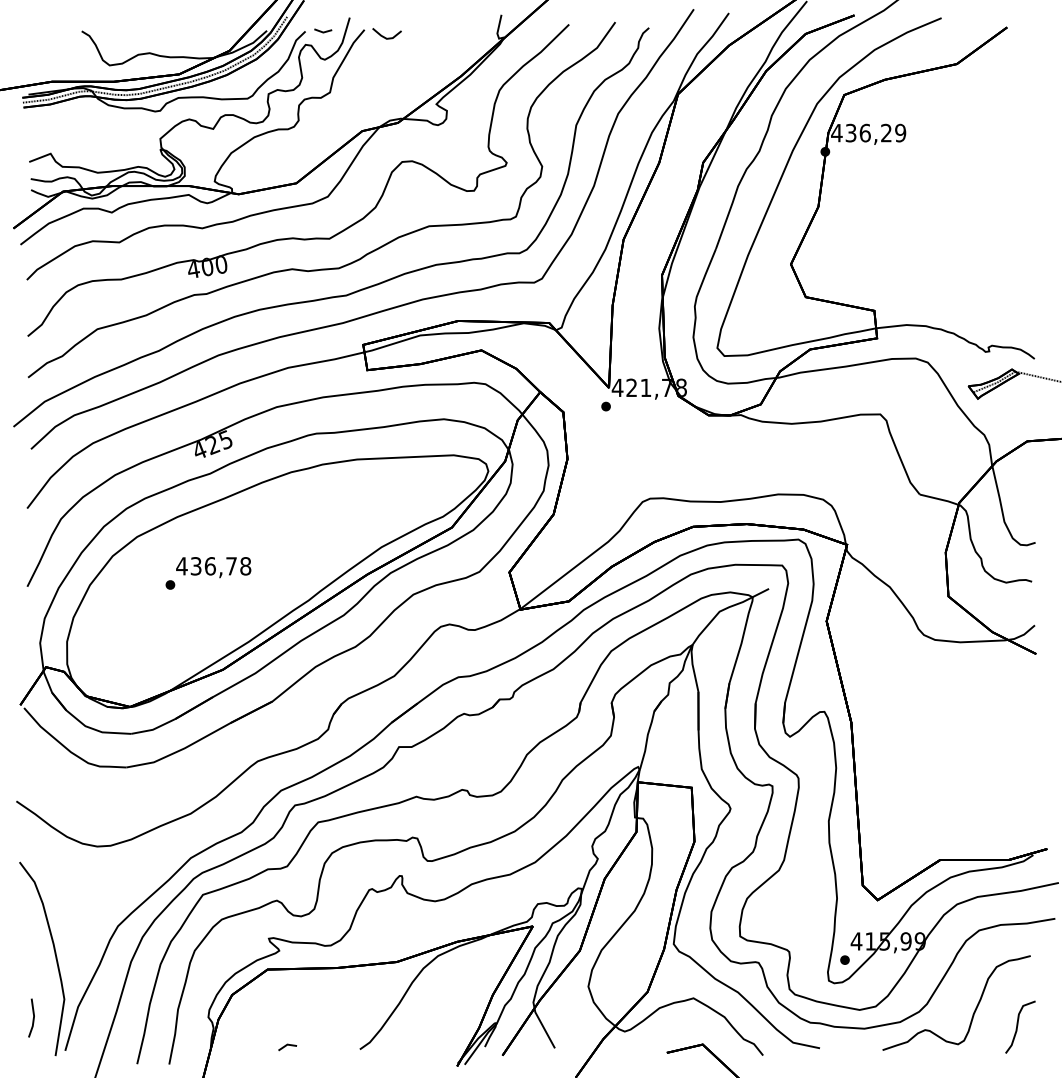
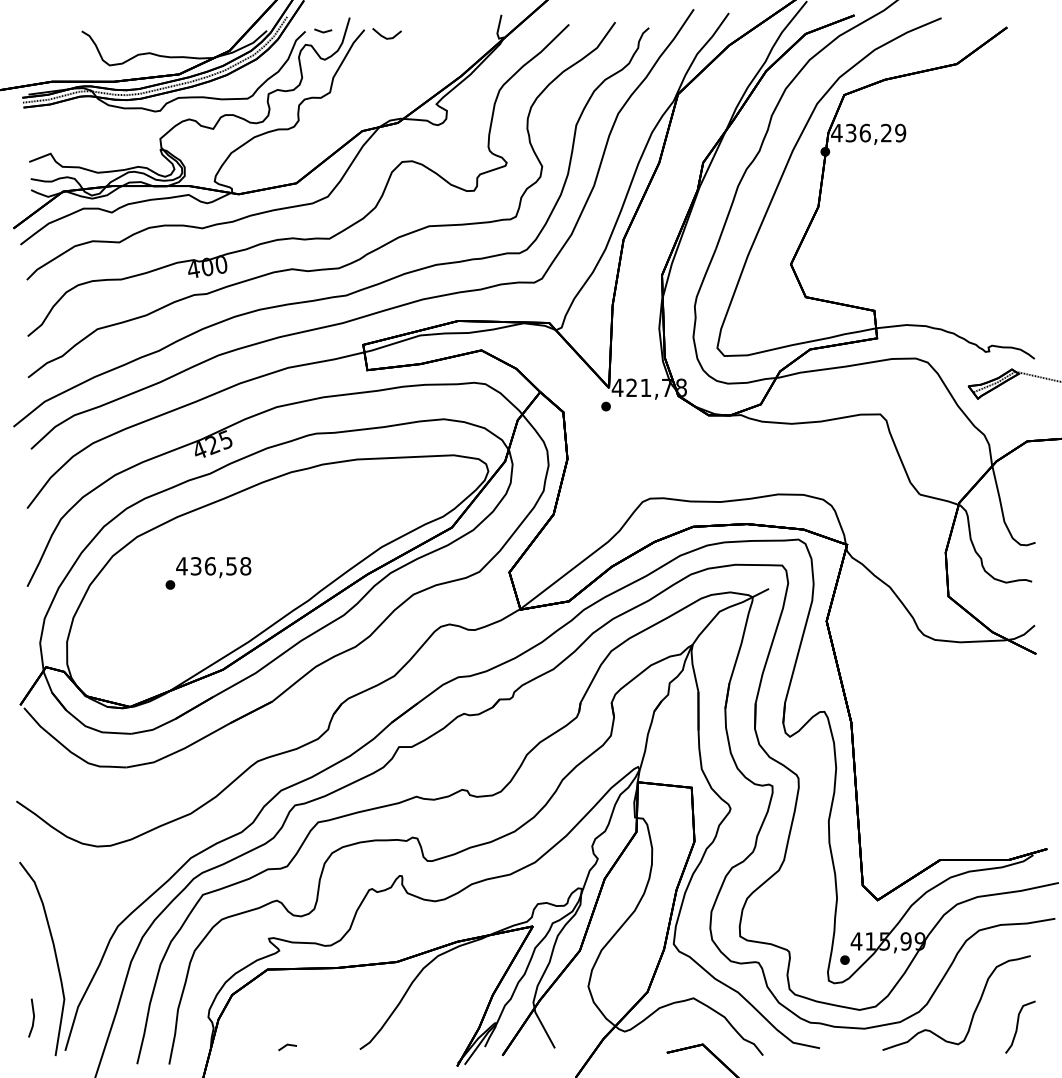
text at (231, 566): 436,78 -> 436,58
